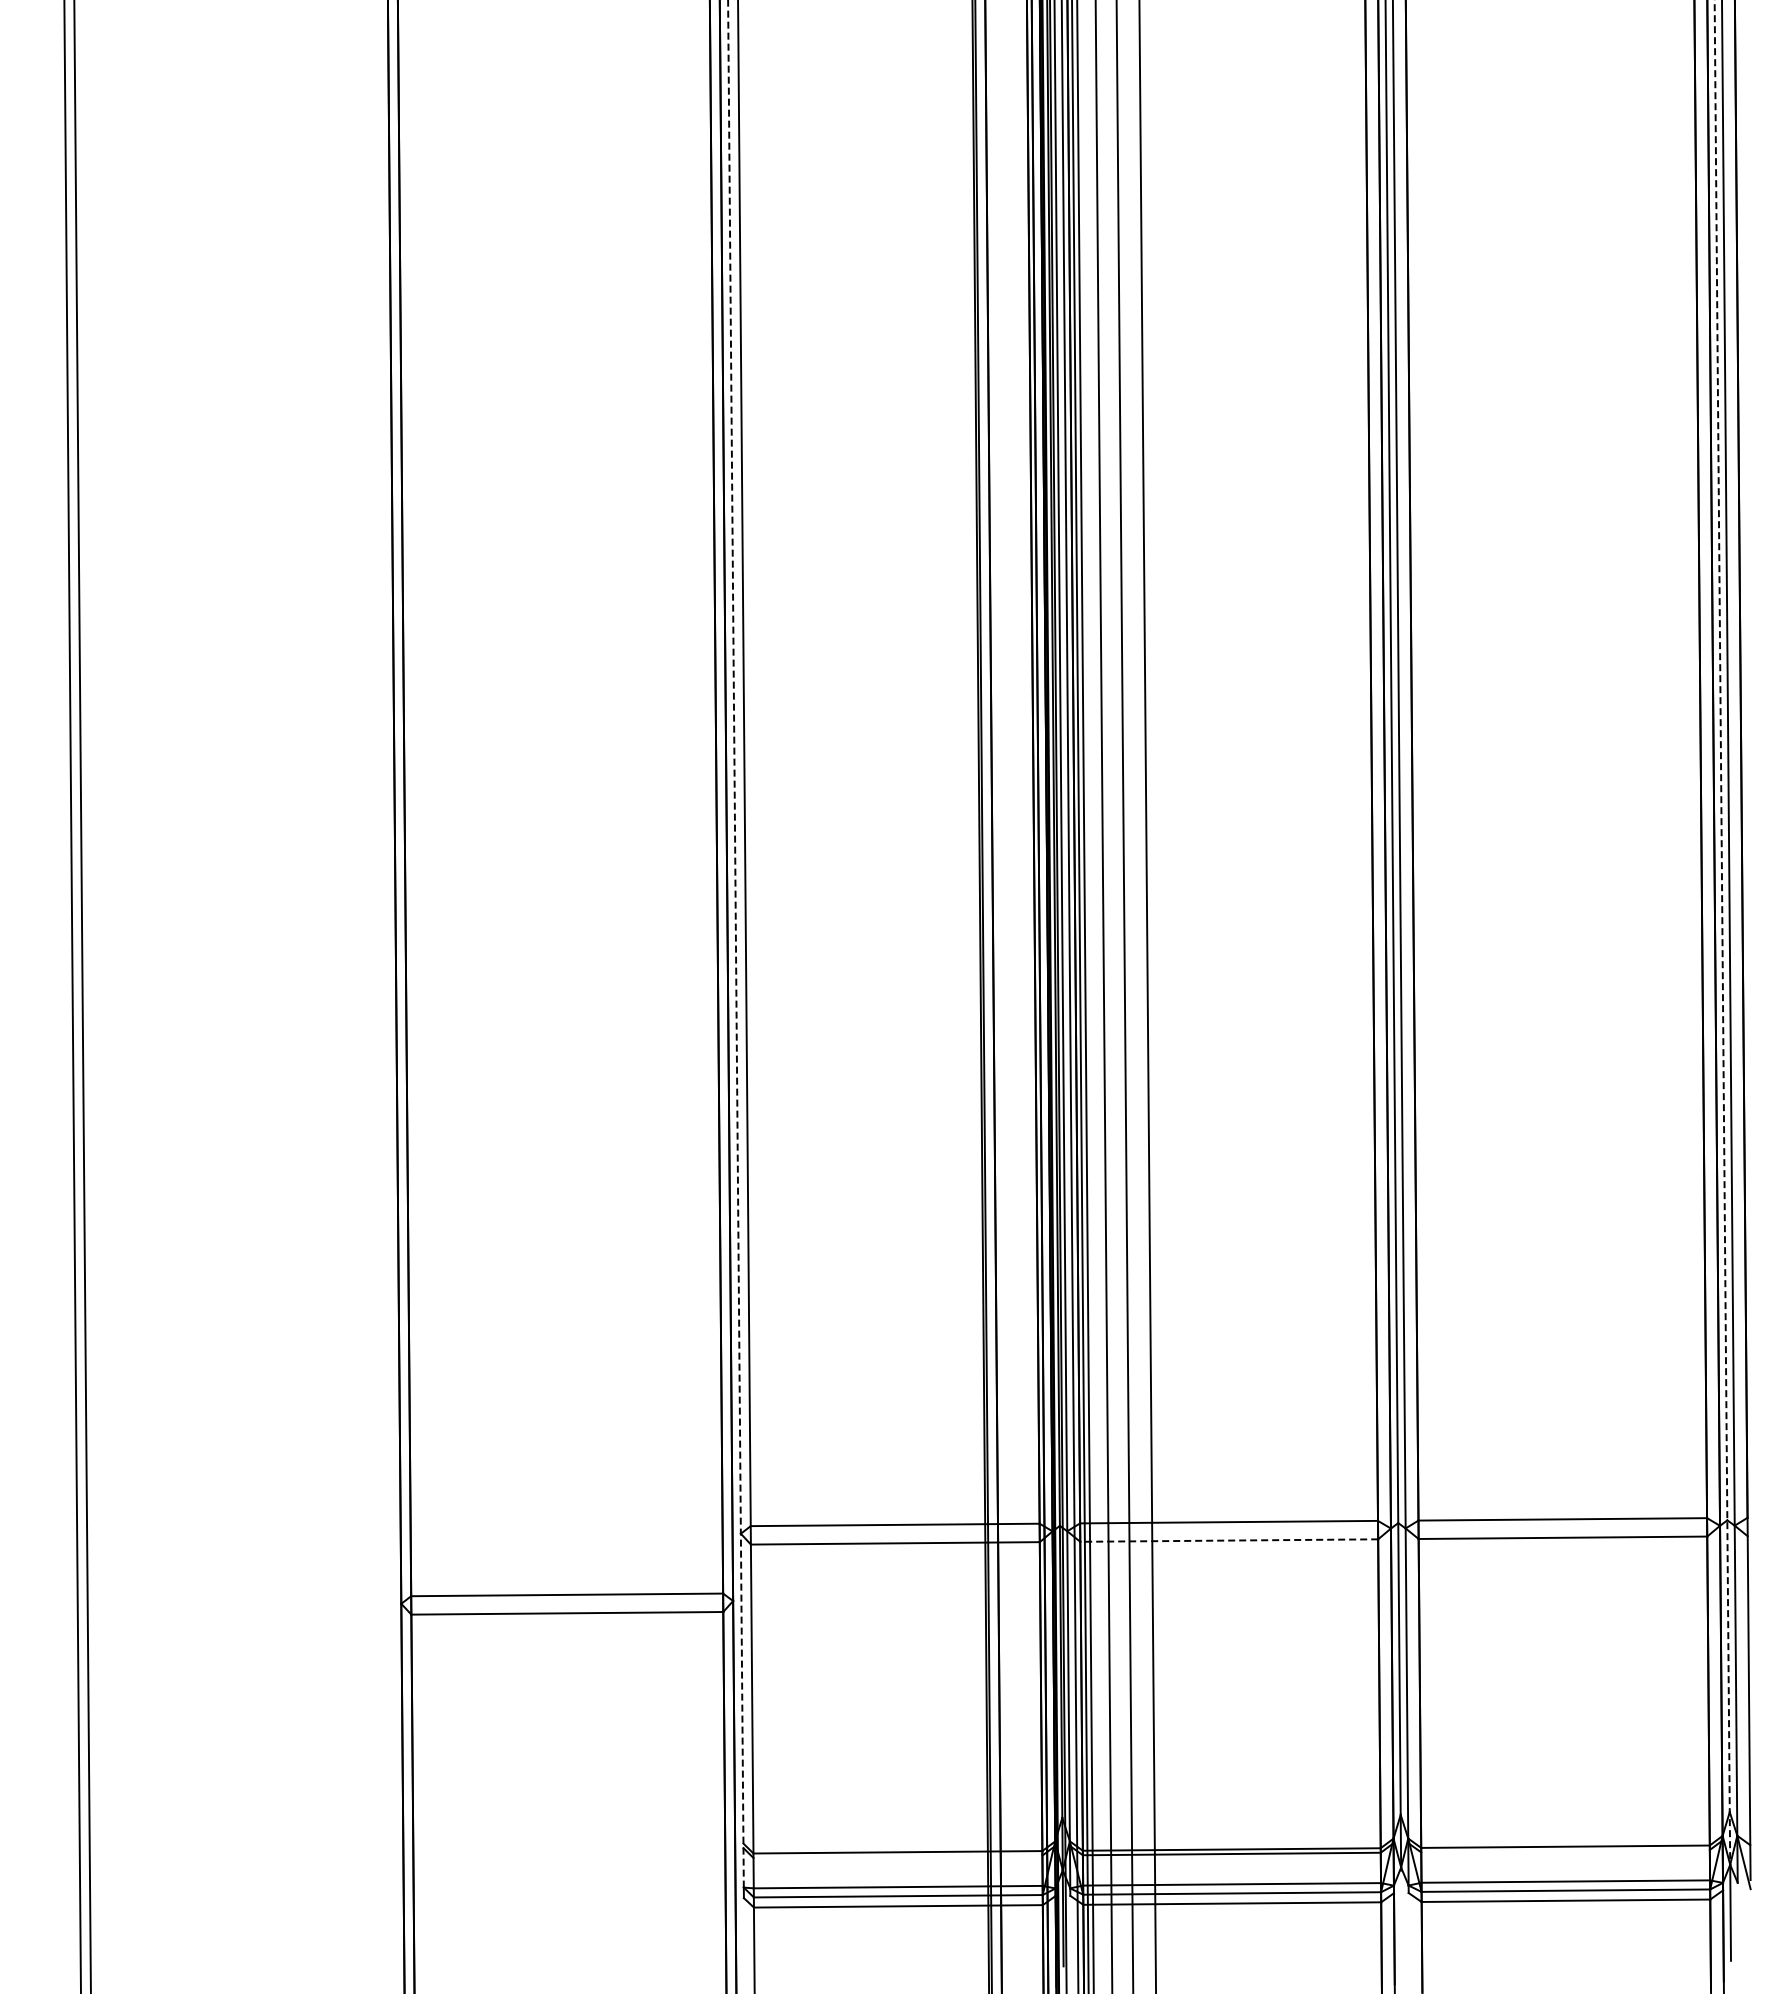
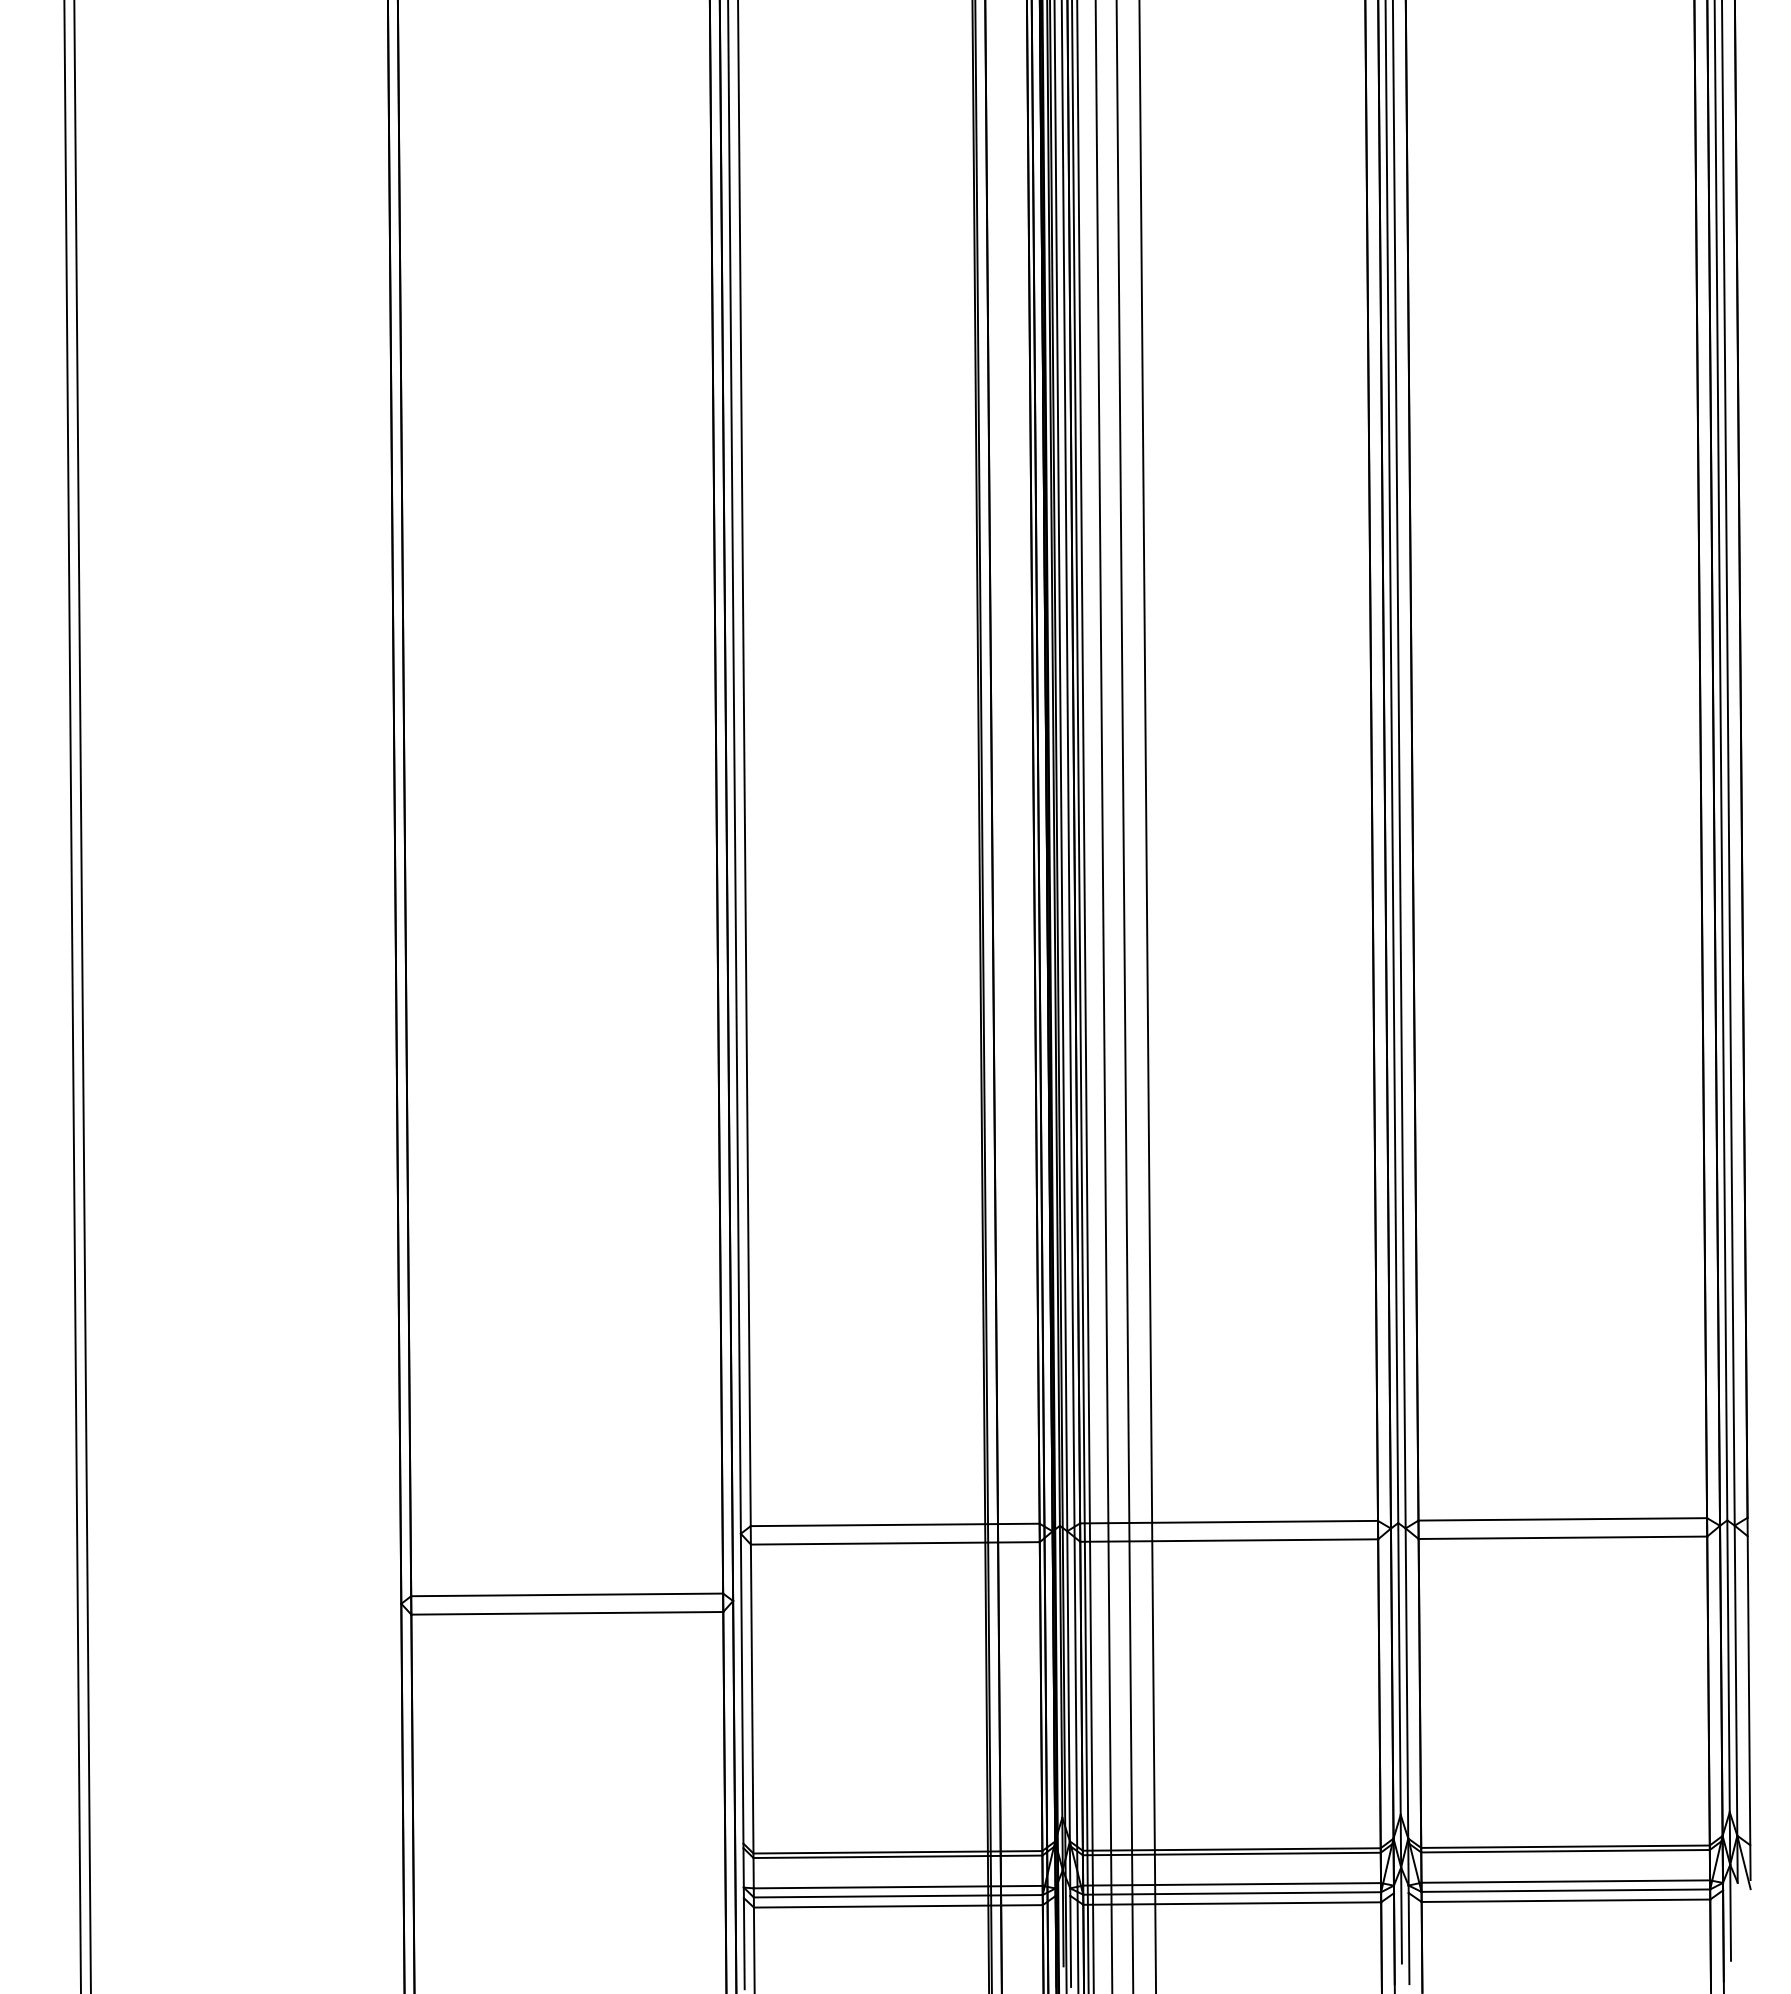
line at (1722, 932): dashed -> solid
line at (735, 943): dashed -> solid
line at (1229, 1540): dashed -> solid
line at (1565, 1851): none -> present
line at (897, 1856): none -> present
line at (1401, 1916): none -> present
line at (1408, 1938): none -> present
line at (1070, 1940): none -> present
line at (743, 1943): none -> present
